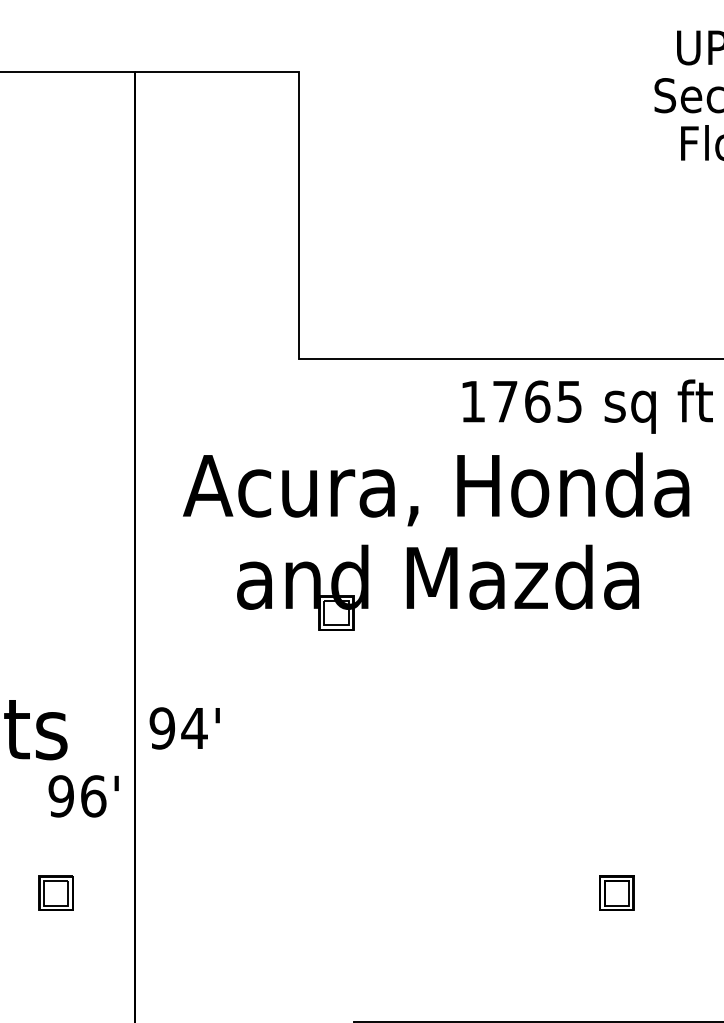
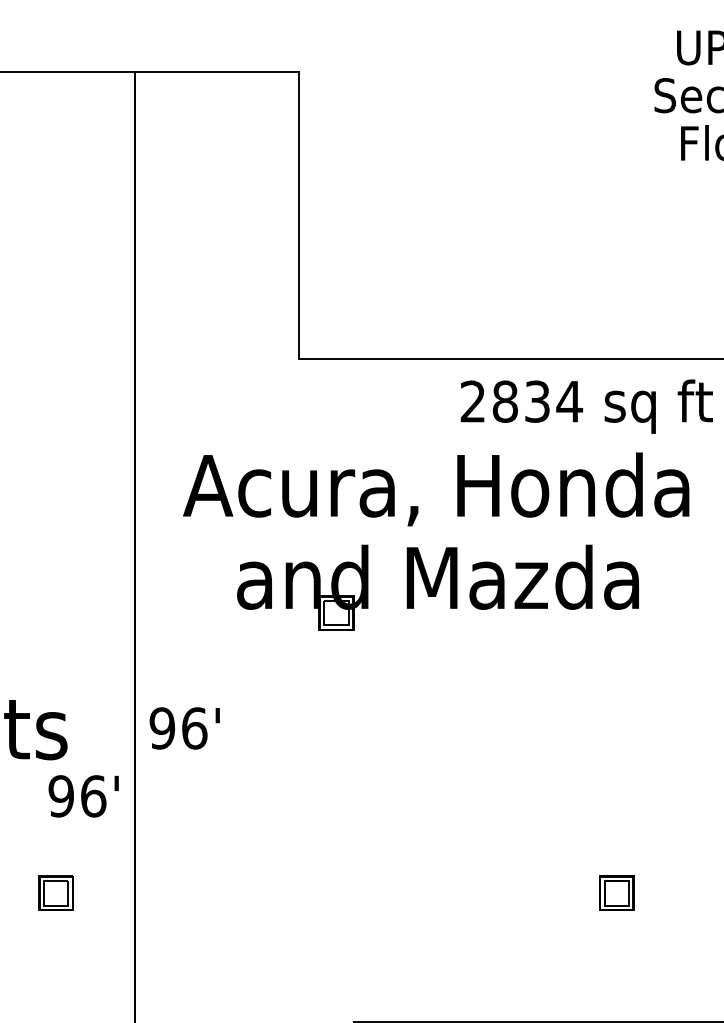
text at (521, 401): 1765 -> 2834
text at (194, 728): 94' -> 96'
